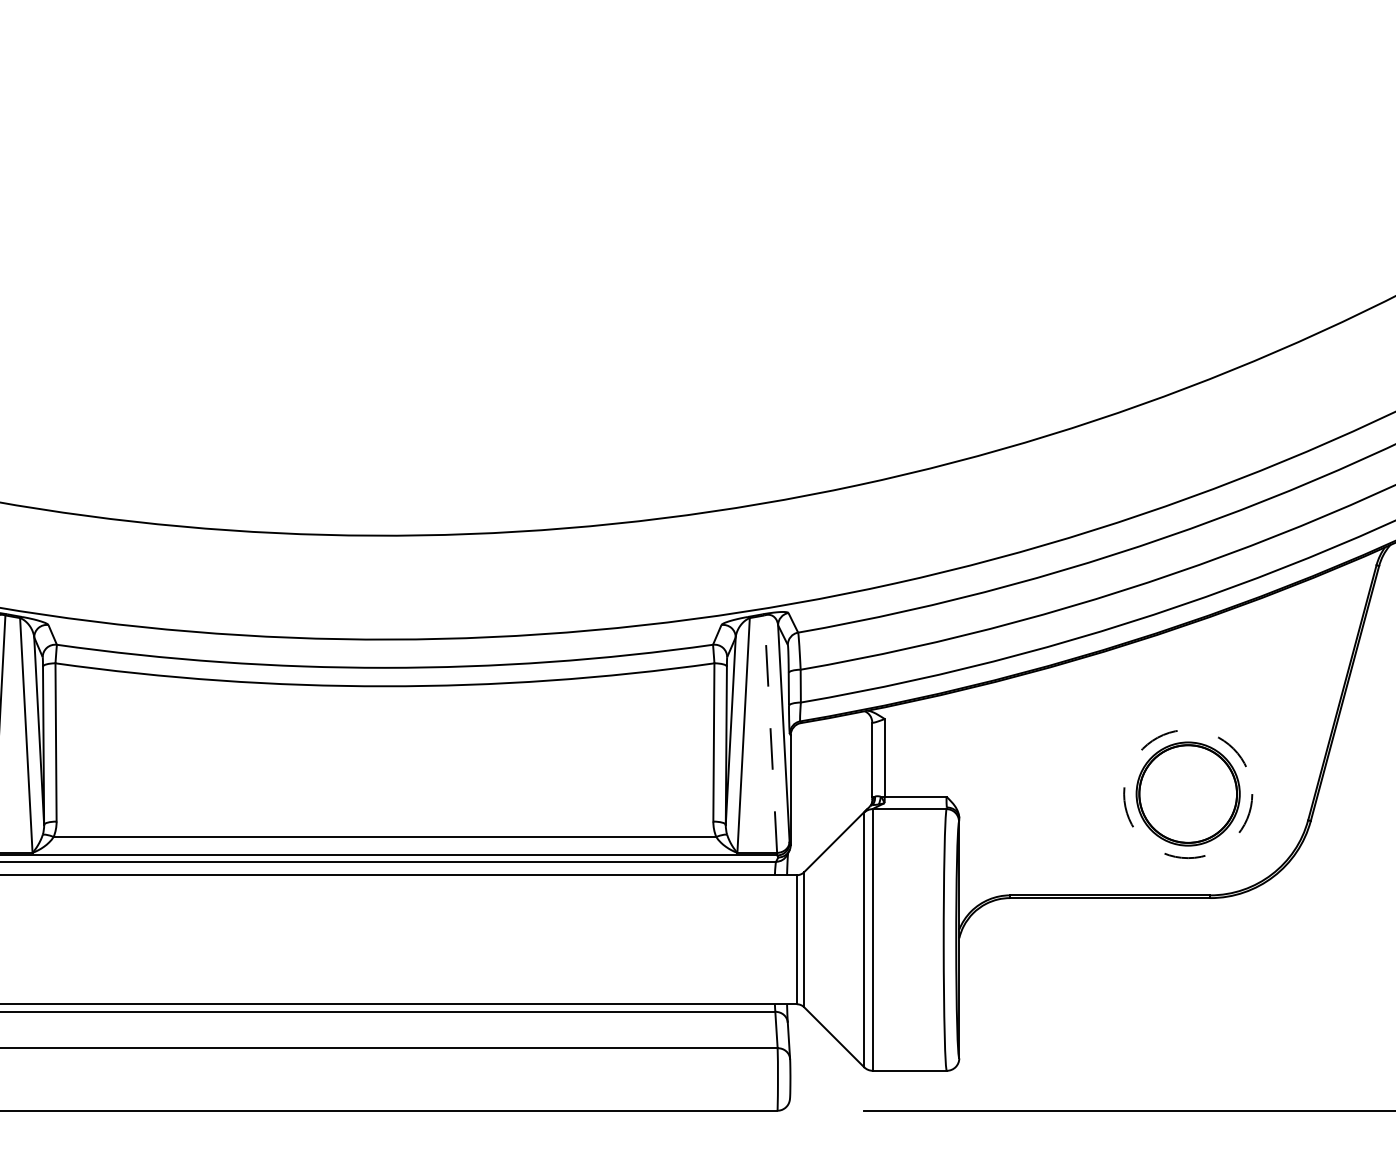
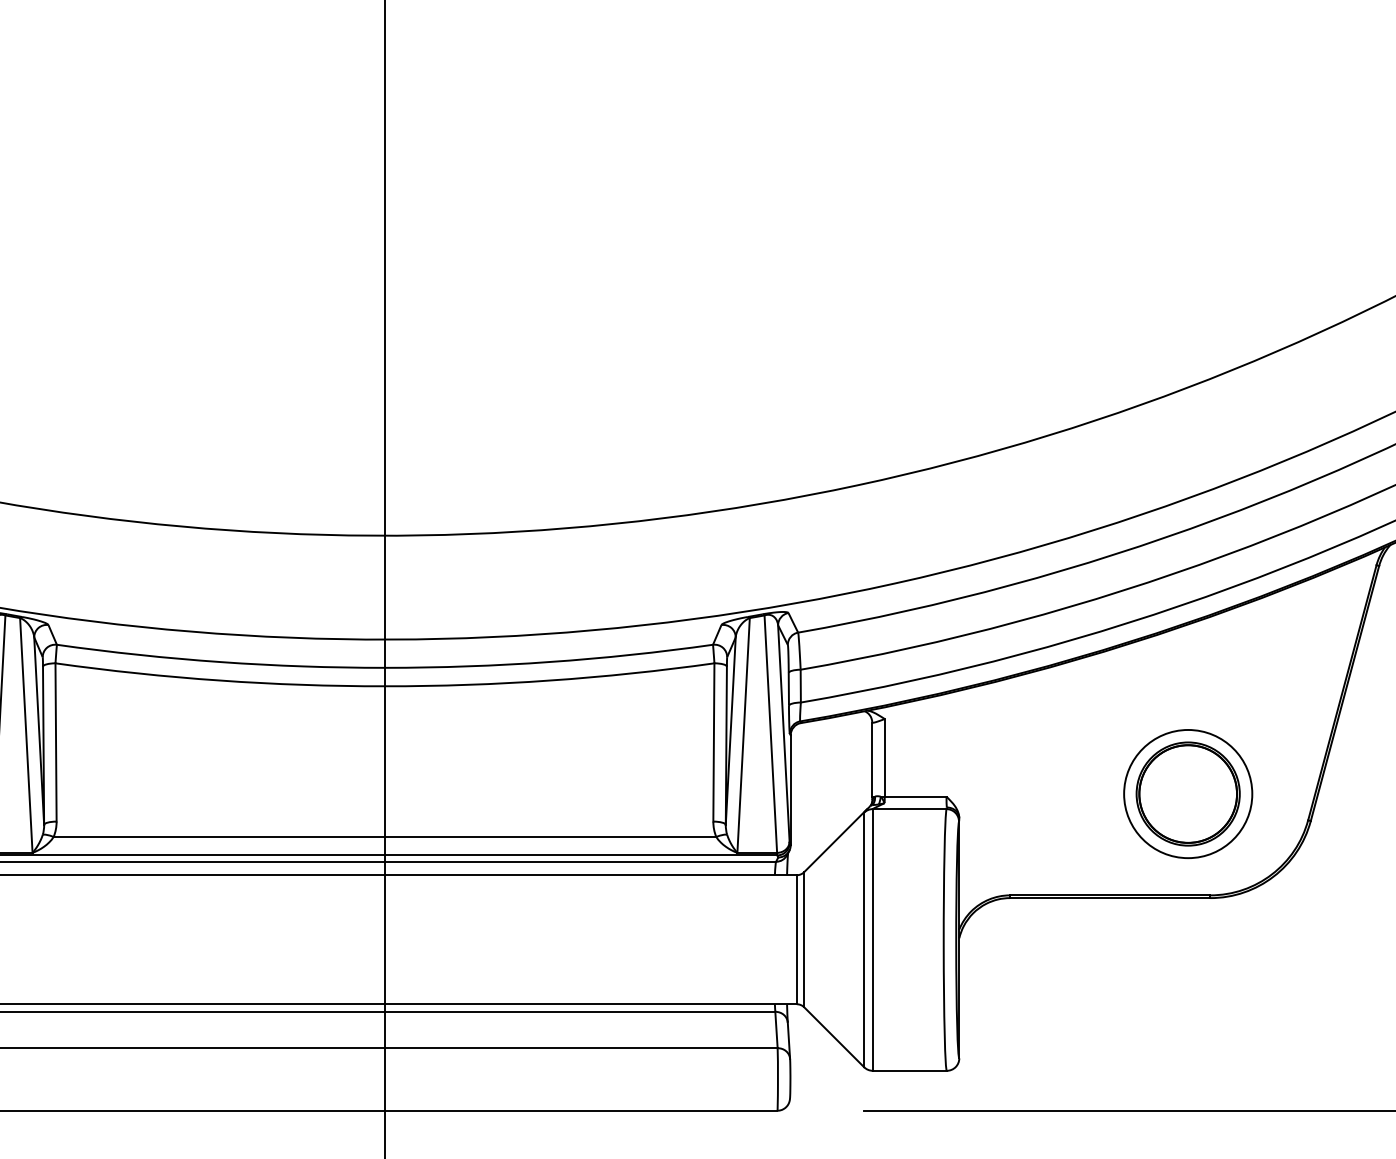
line at (384, 578): none -> present
line at (770, 734): dashed -> solid
circle at (1188, 793): dashed -> solid
